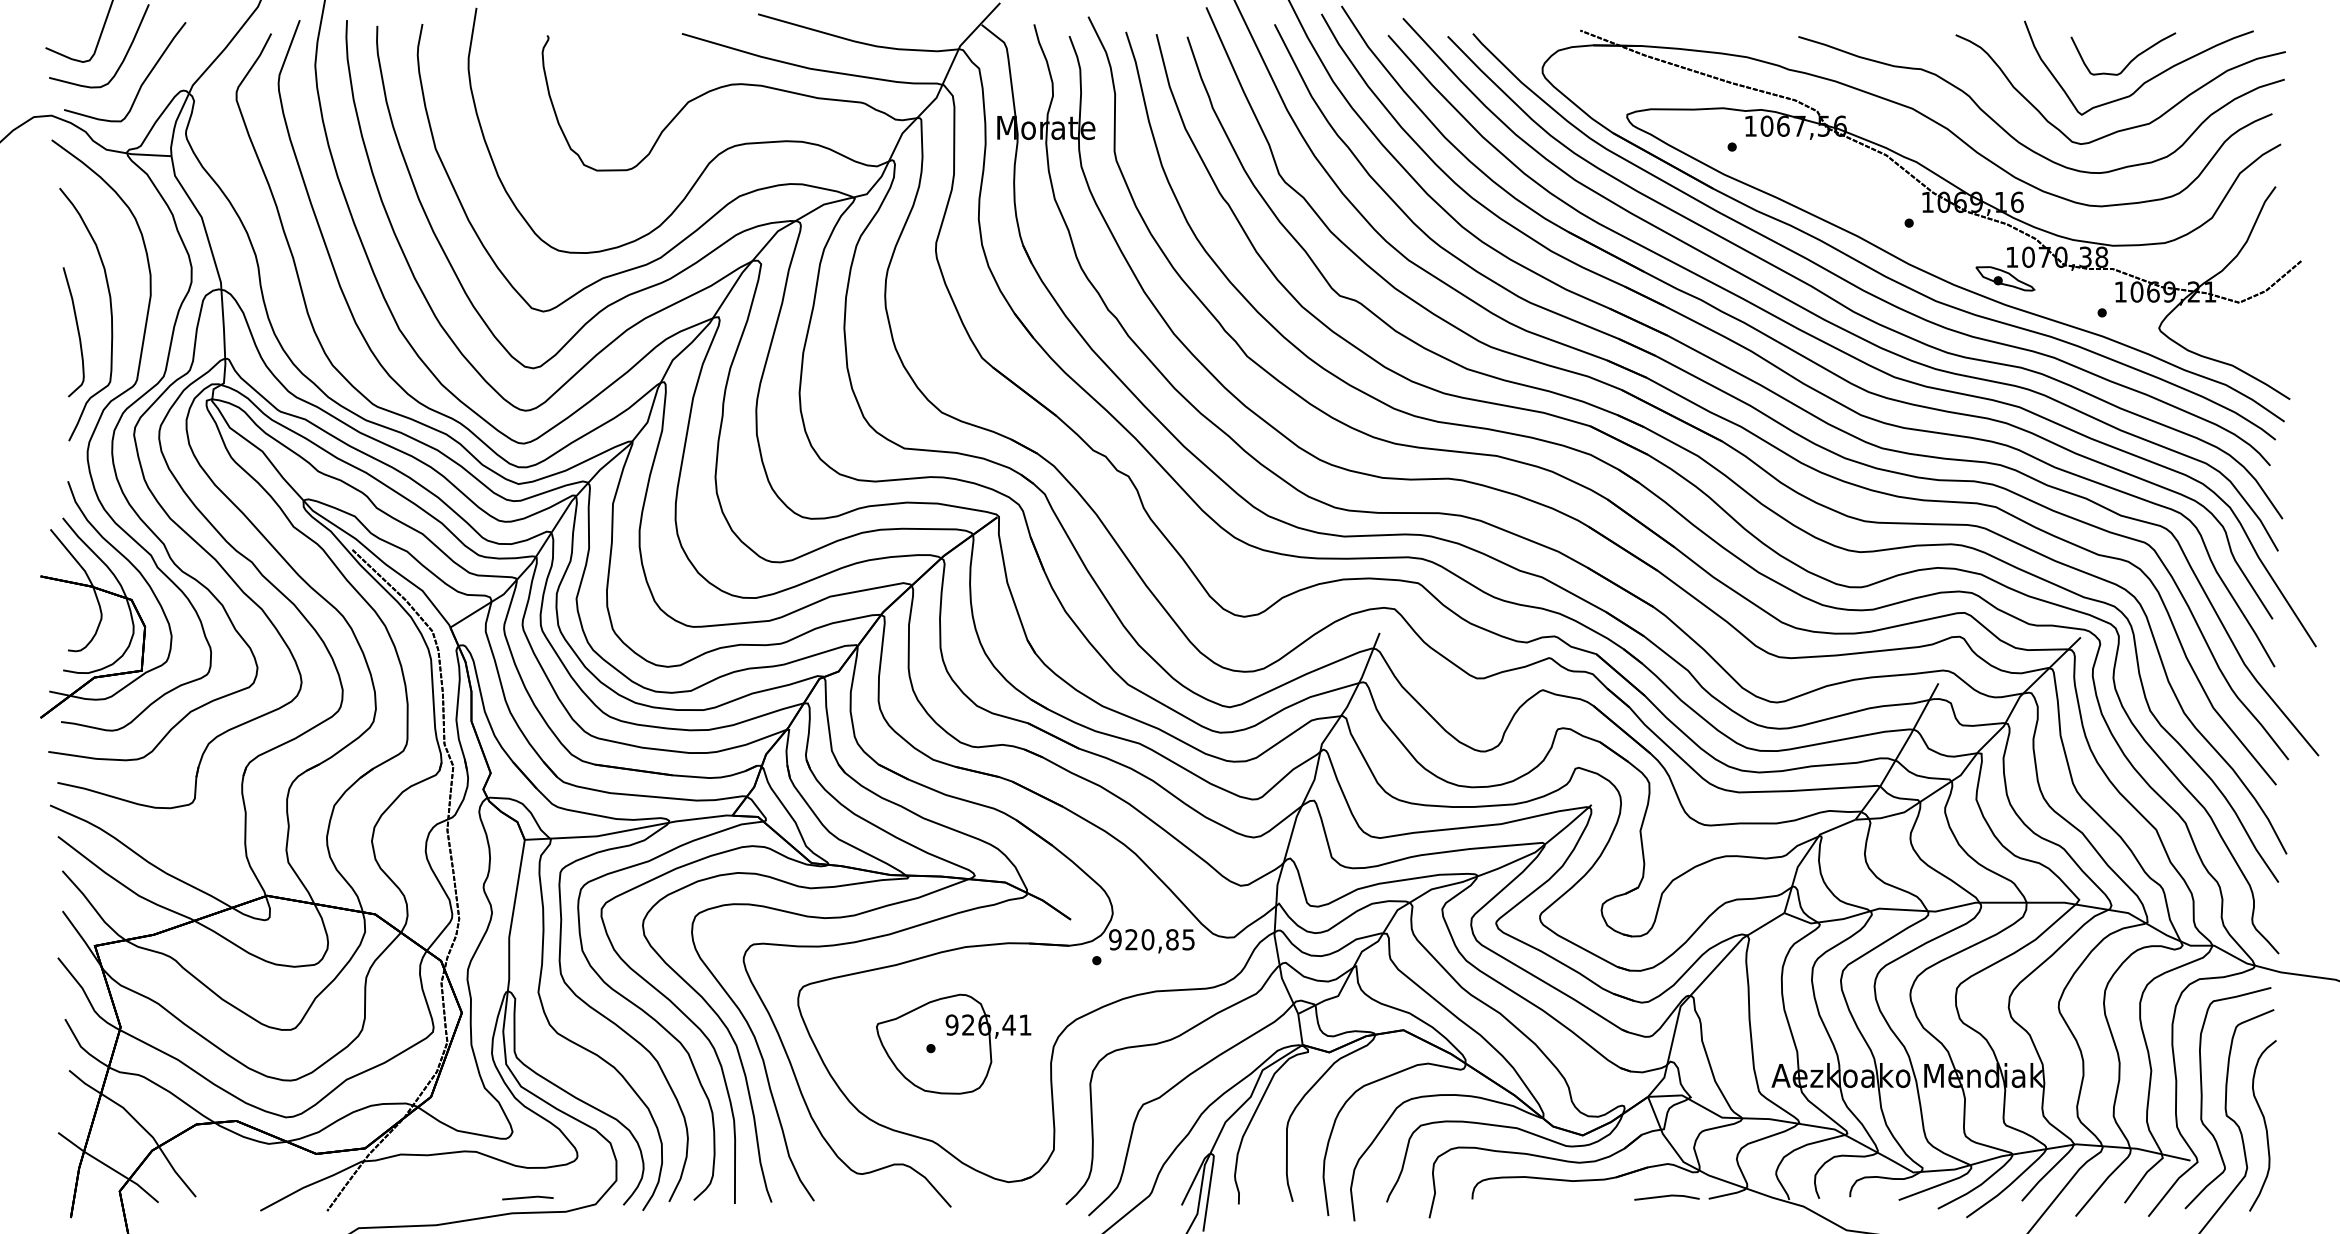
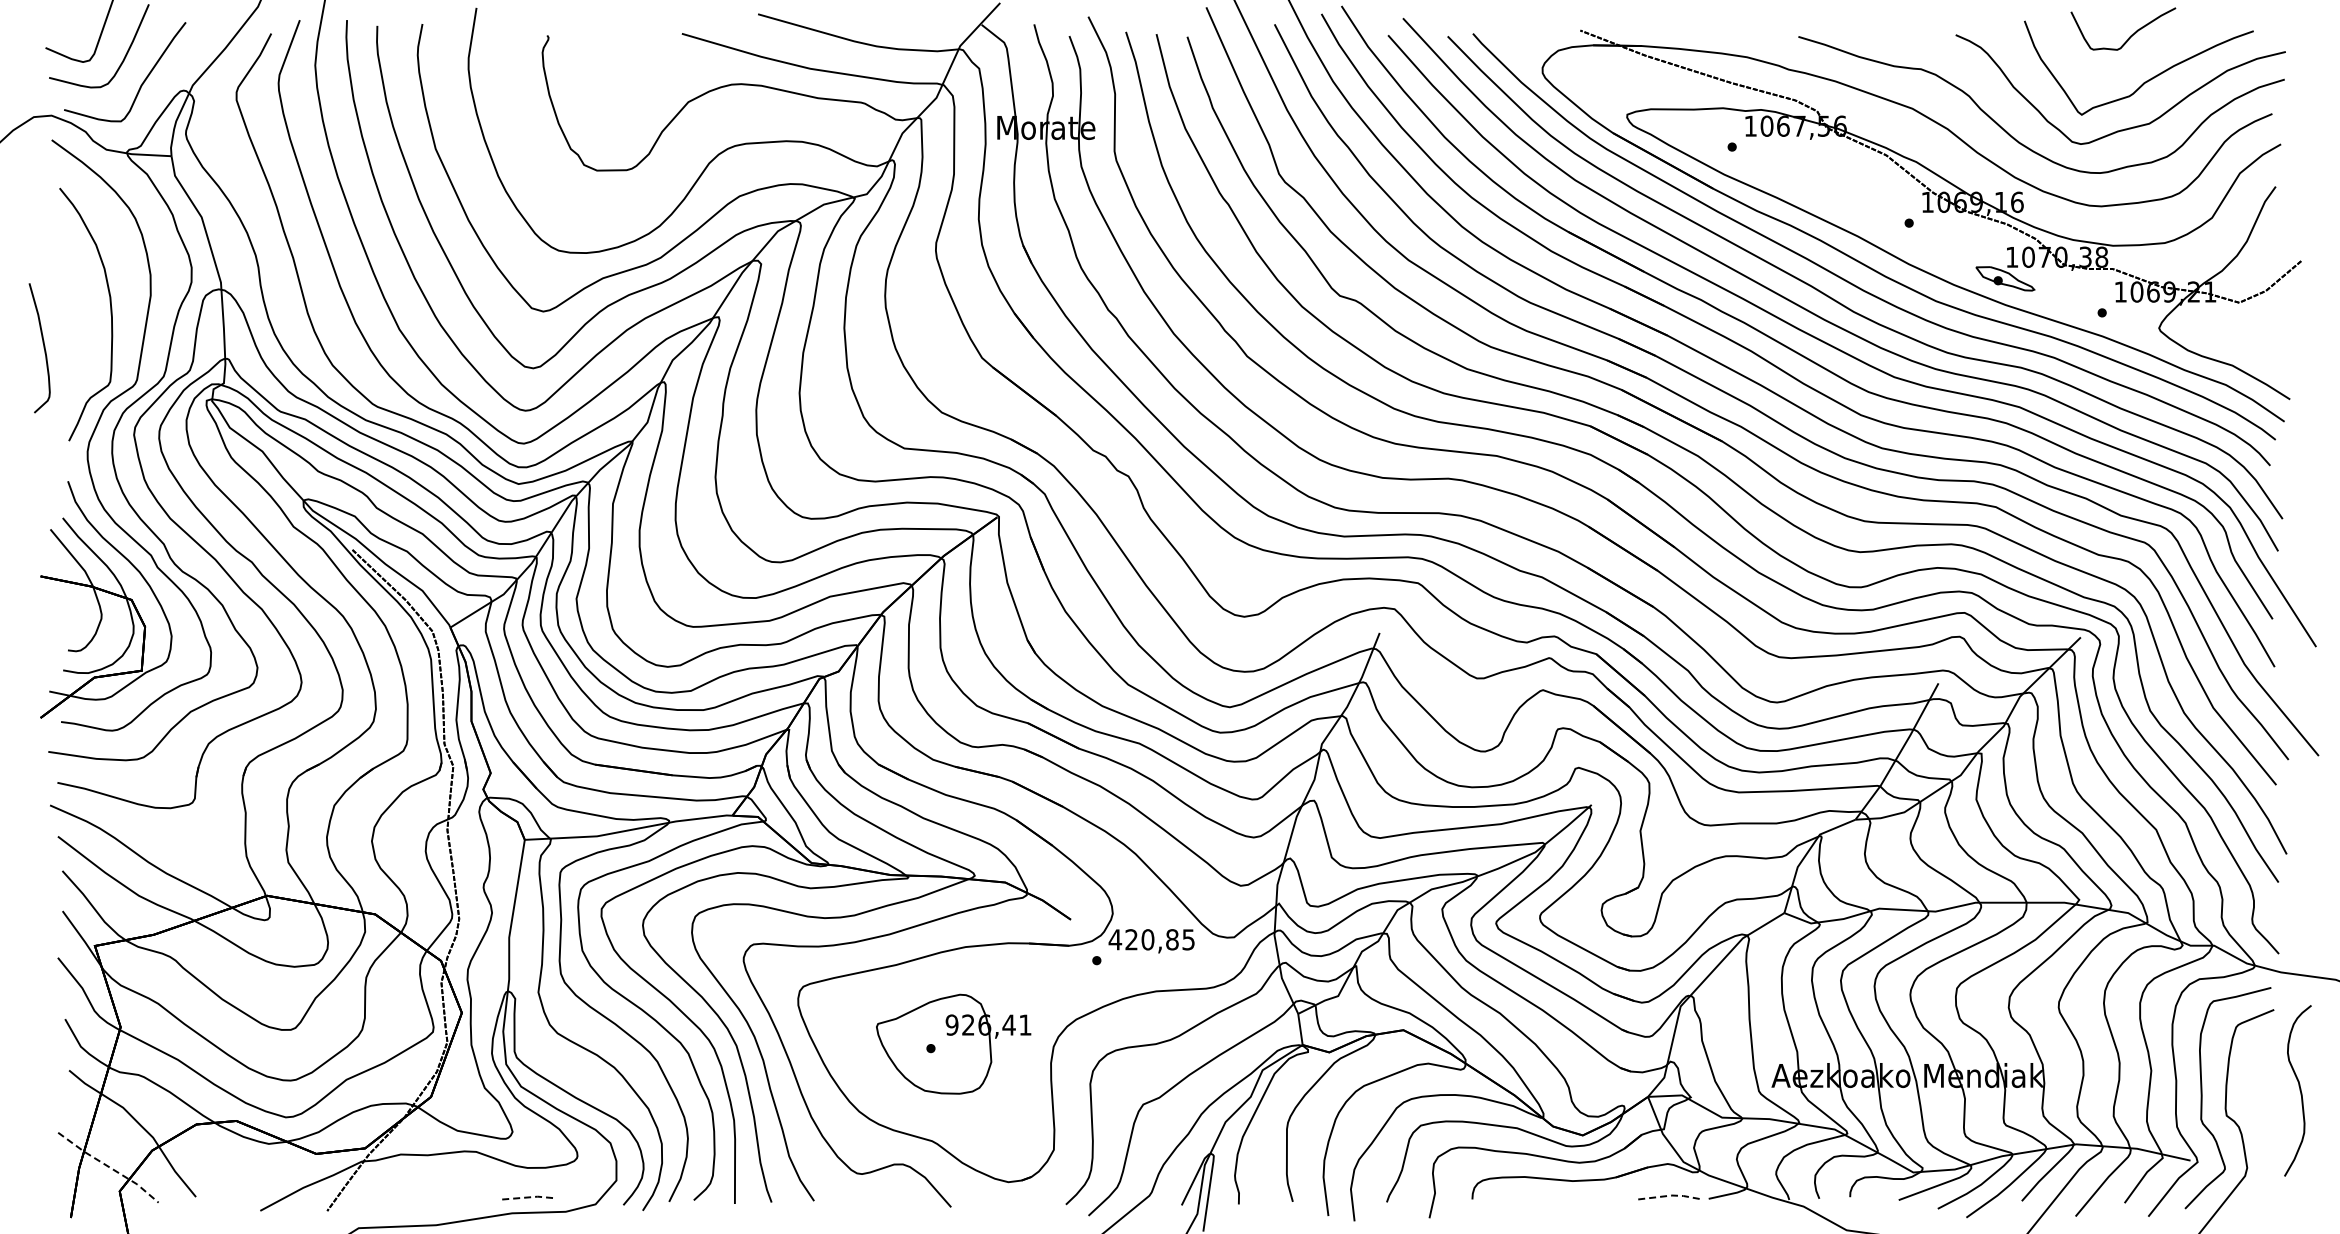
curve at (2130, 60) position: (2130, 60) -> (2130, 35)
curve at (77, 332) position: (77, 332) -> (43, 348)
text at (1115, 939): 920,85 -> 420,85
curve at (2264, 1125) position: (2264, 1125) -> (2299, 1090)
line at (109, 1167): solid -> dashed
line at (1667, 1195): solid -> dashed
line at (528, 1197): solid -> dashed
